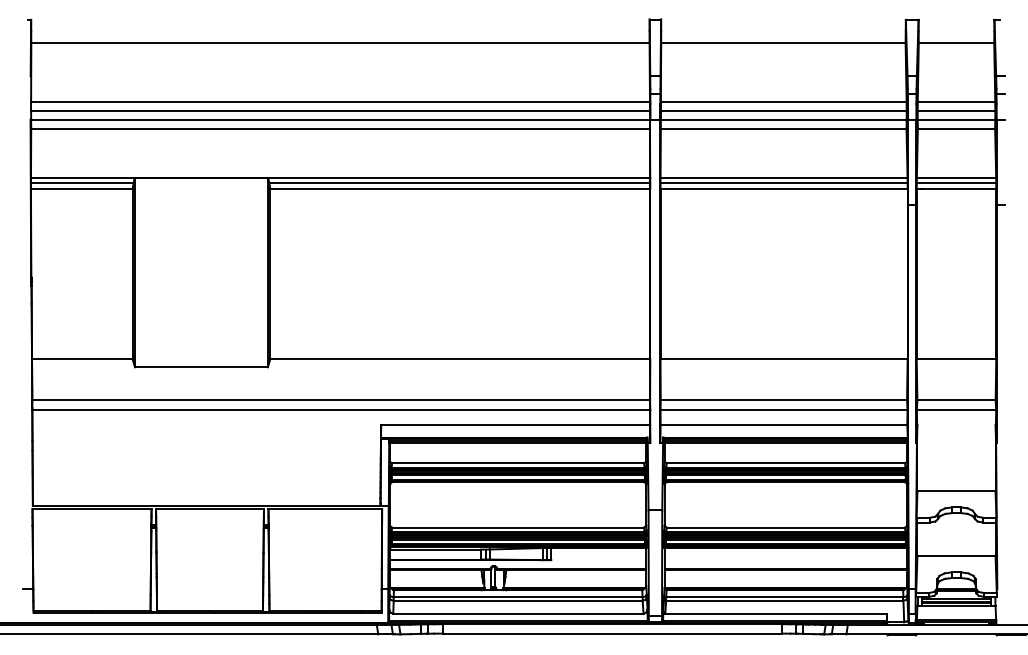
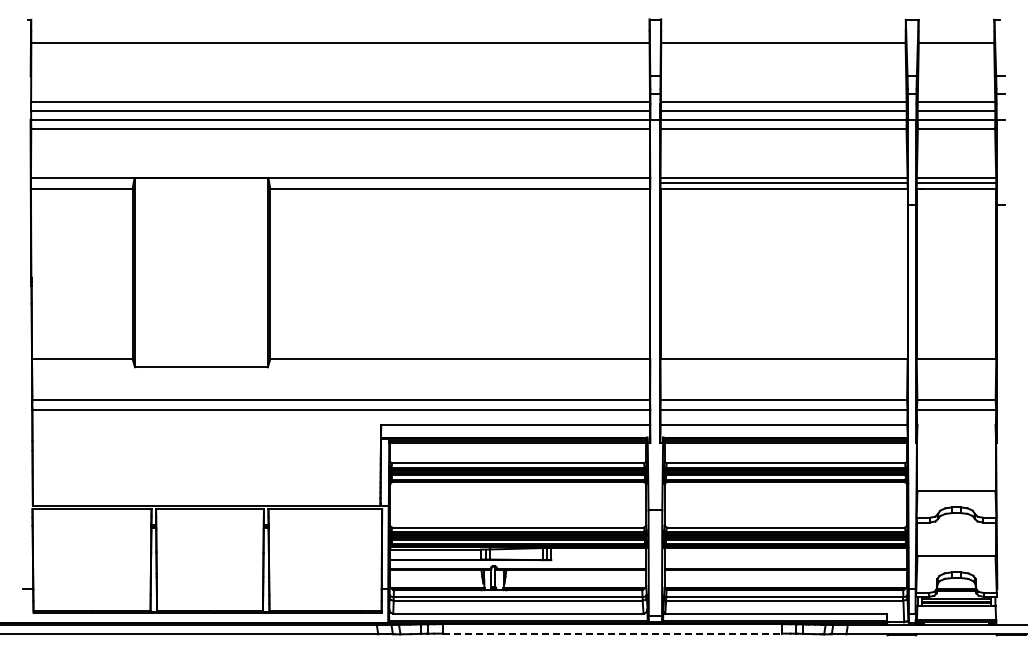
line at (82, 182): present -> none
line at (459, 182): present -> none
line at (612, 633): solid -> dashed
